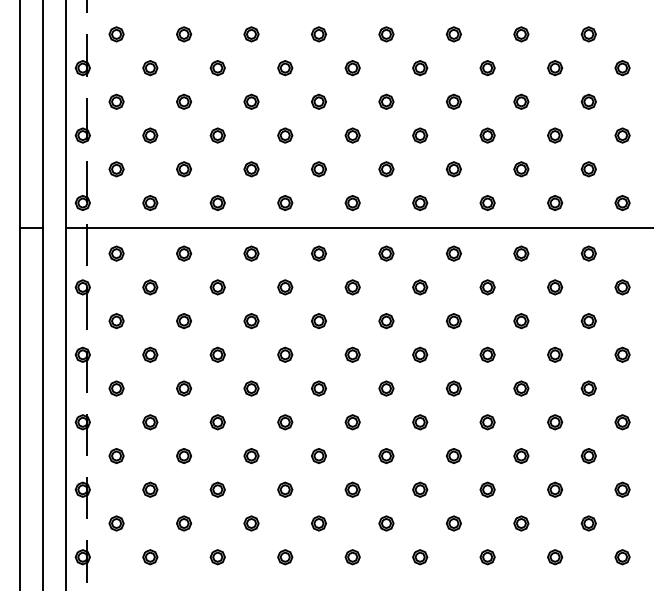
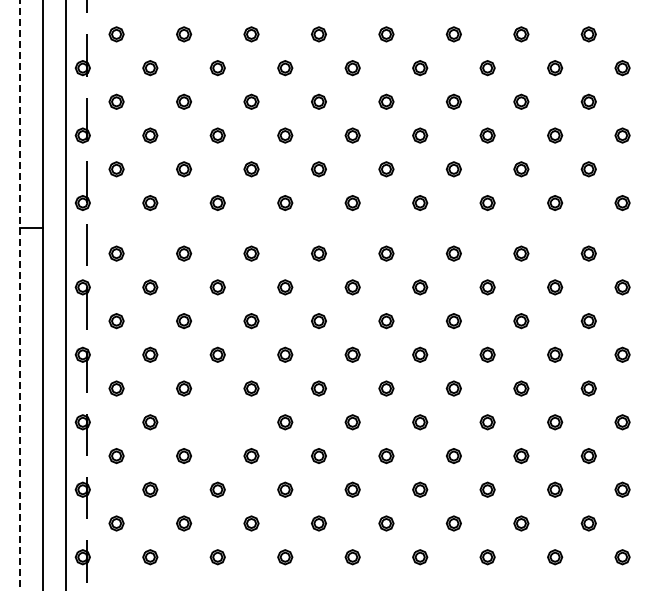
line at (358, 228): present -> none
line at (19, 295): solid -> dashed
part at (217, 422): present -> none
